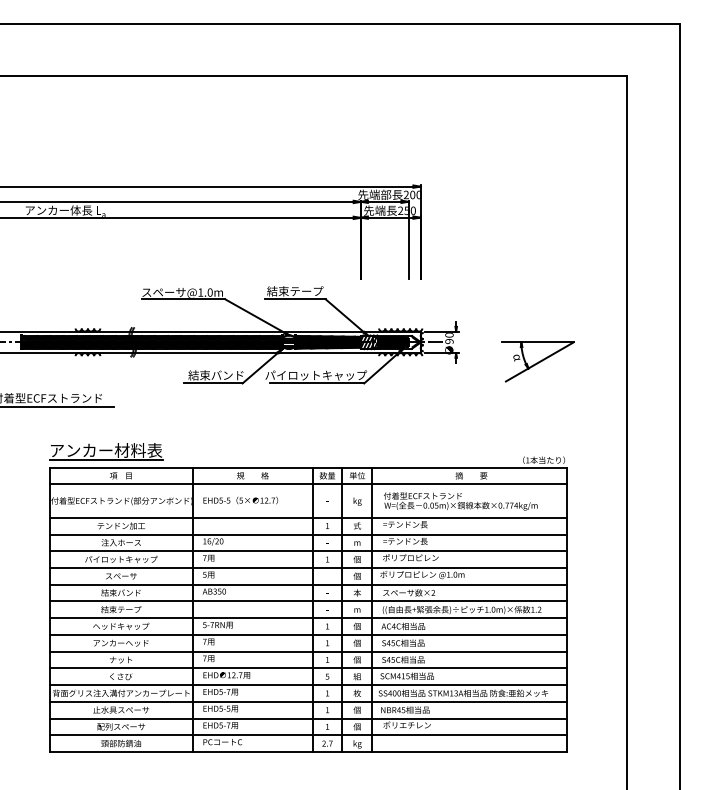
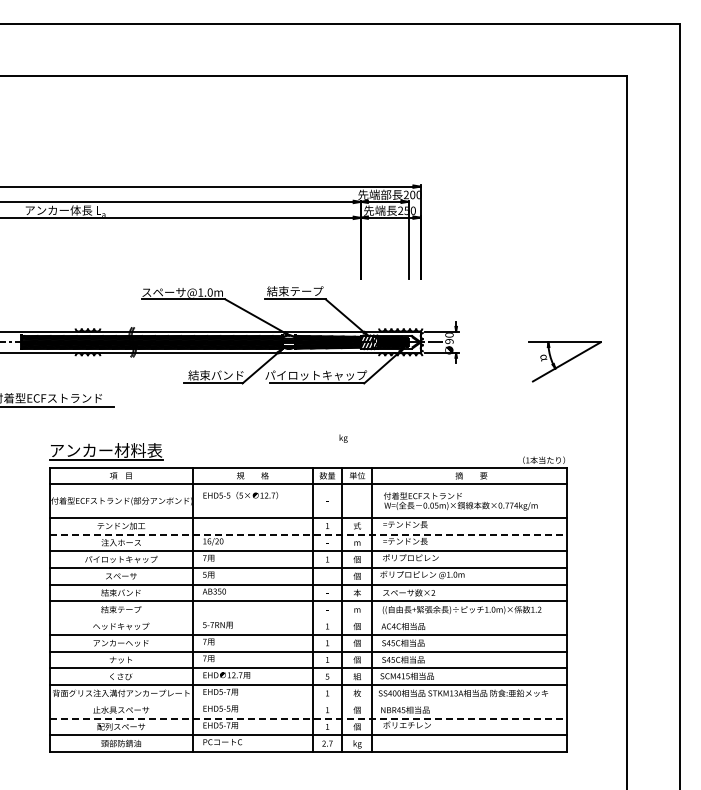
part at (537, 361) position: (537, 361) -> (564, 361)
text at (240, 500) position: (240, 500) -> (240, 495)
text at (357, 501) position: (357, 501) -> (343, 438)
line at (308, 534): solid -> dashed
line at (308, 618): present -> none
line at (308, 701): present -> none
line at (308, 718): solid -> dashed
